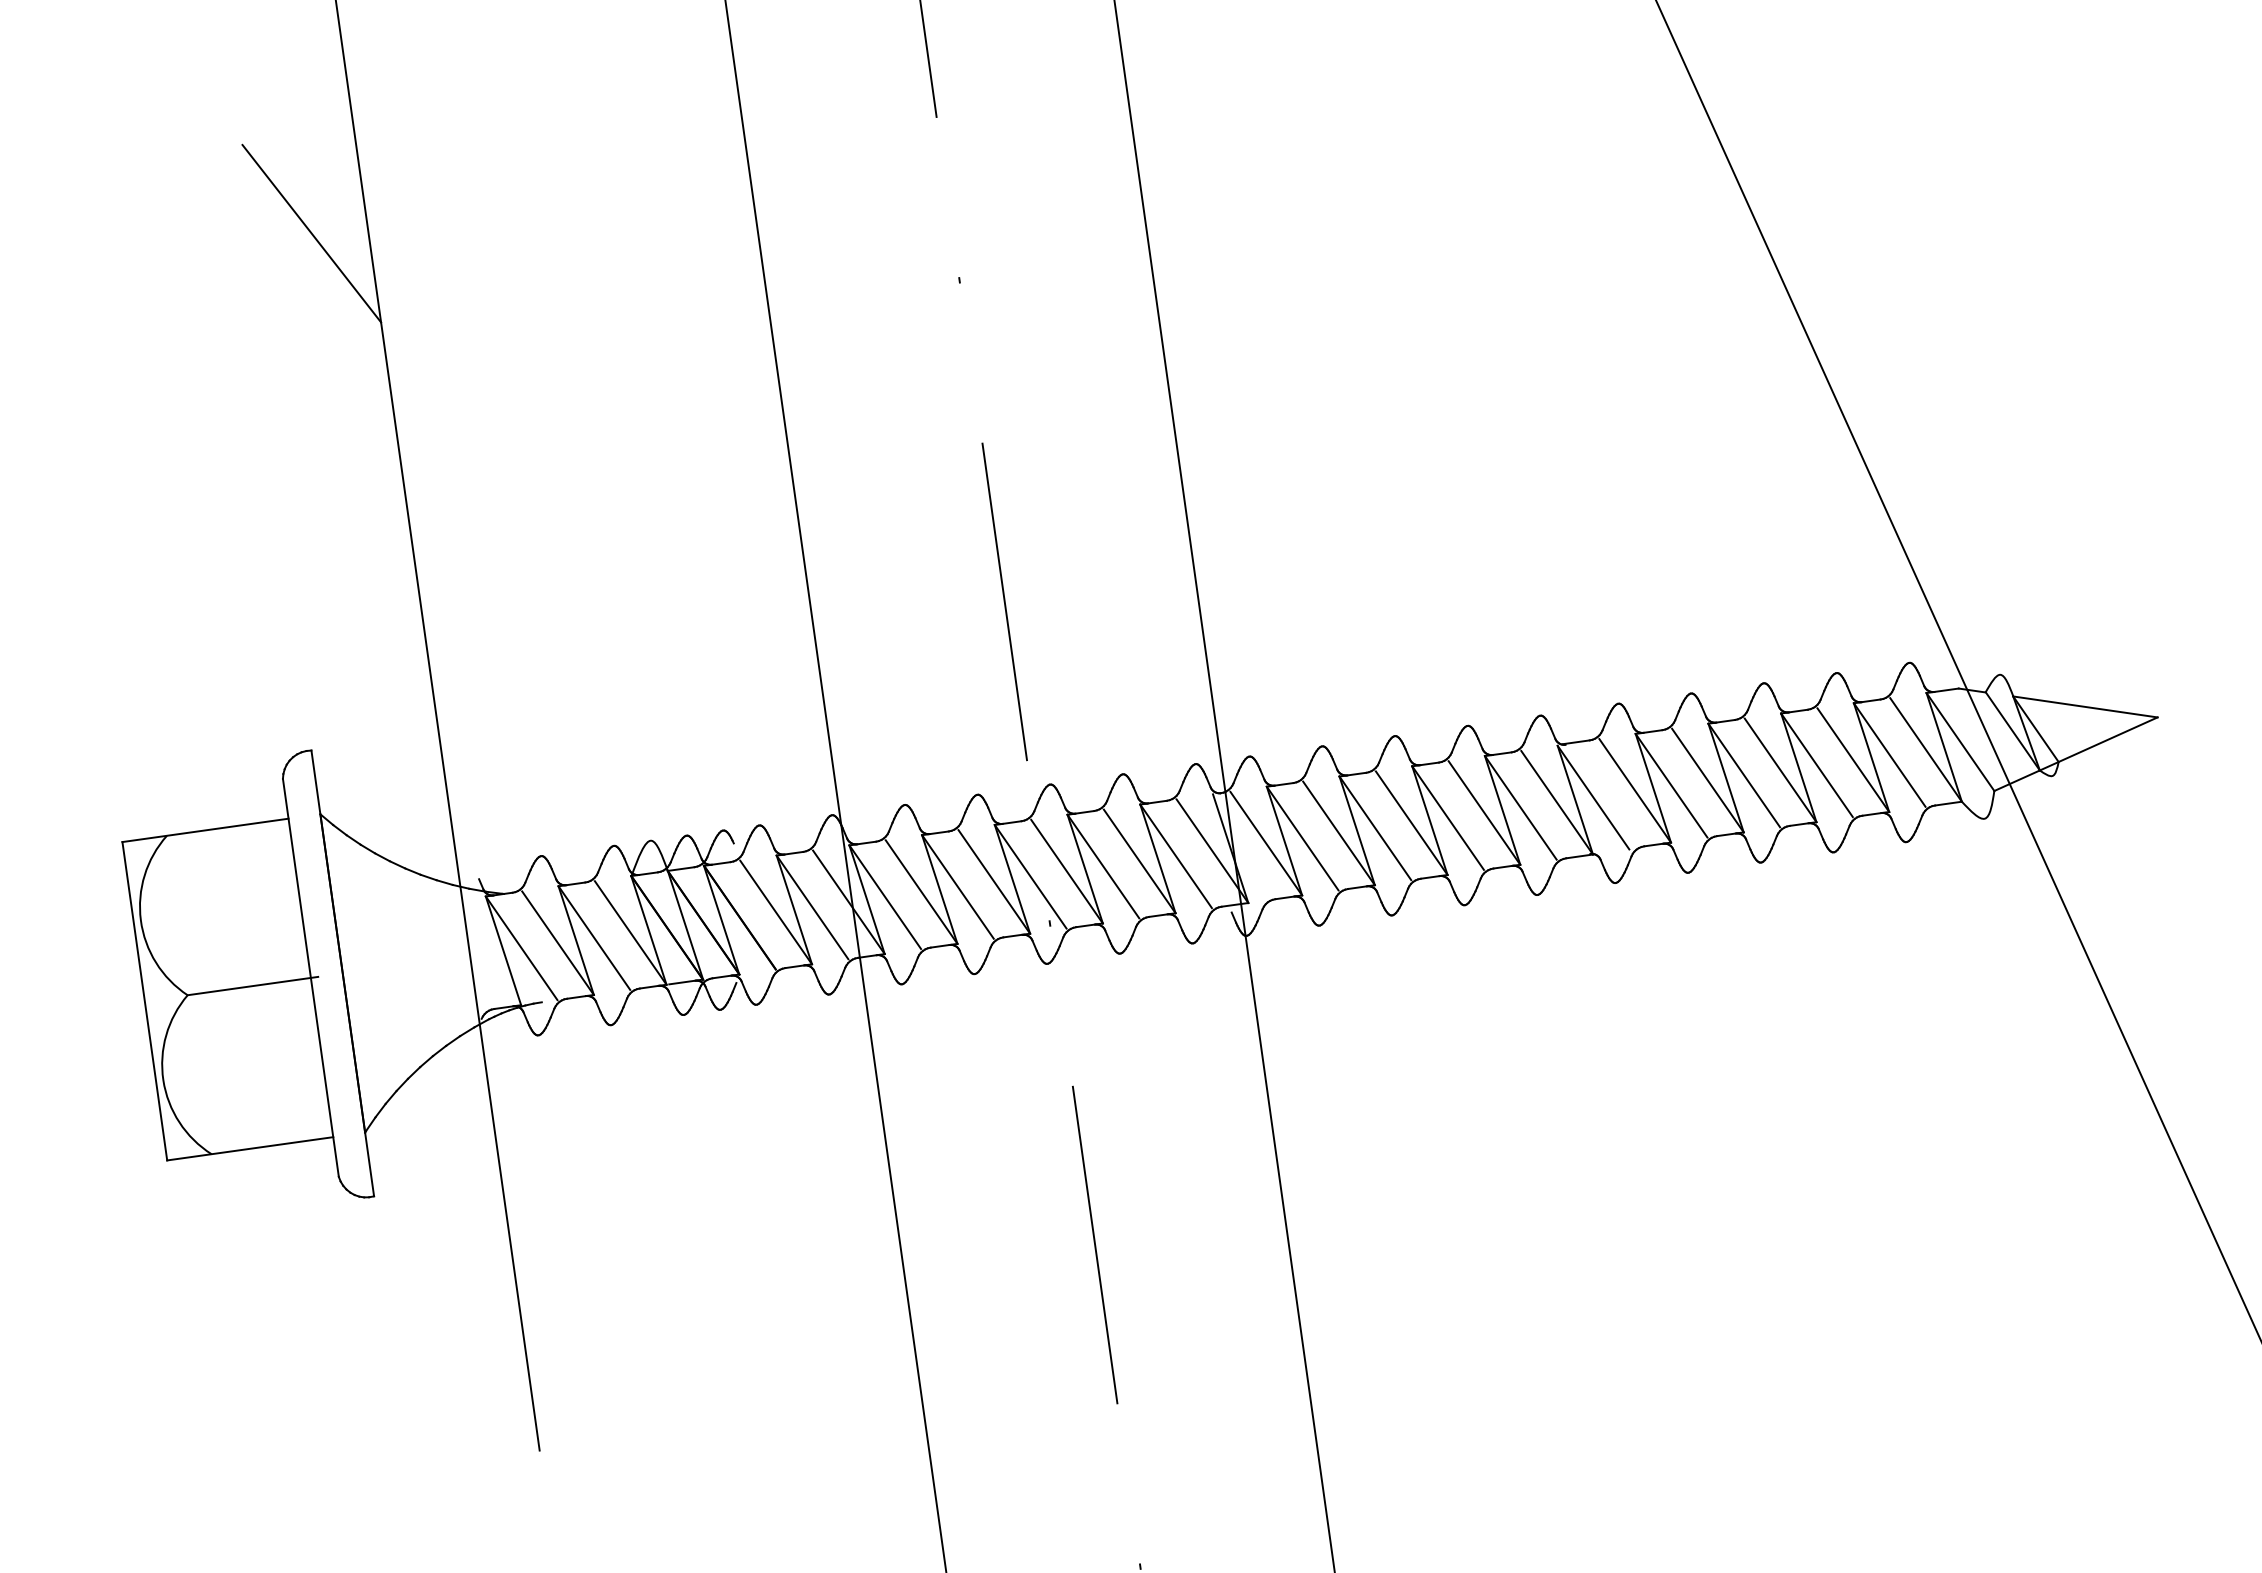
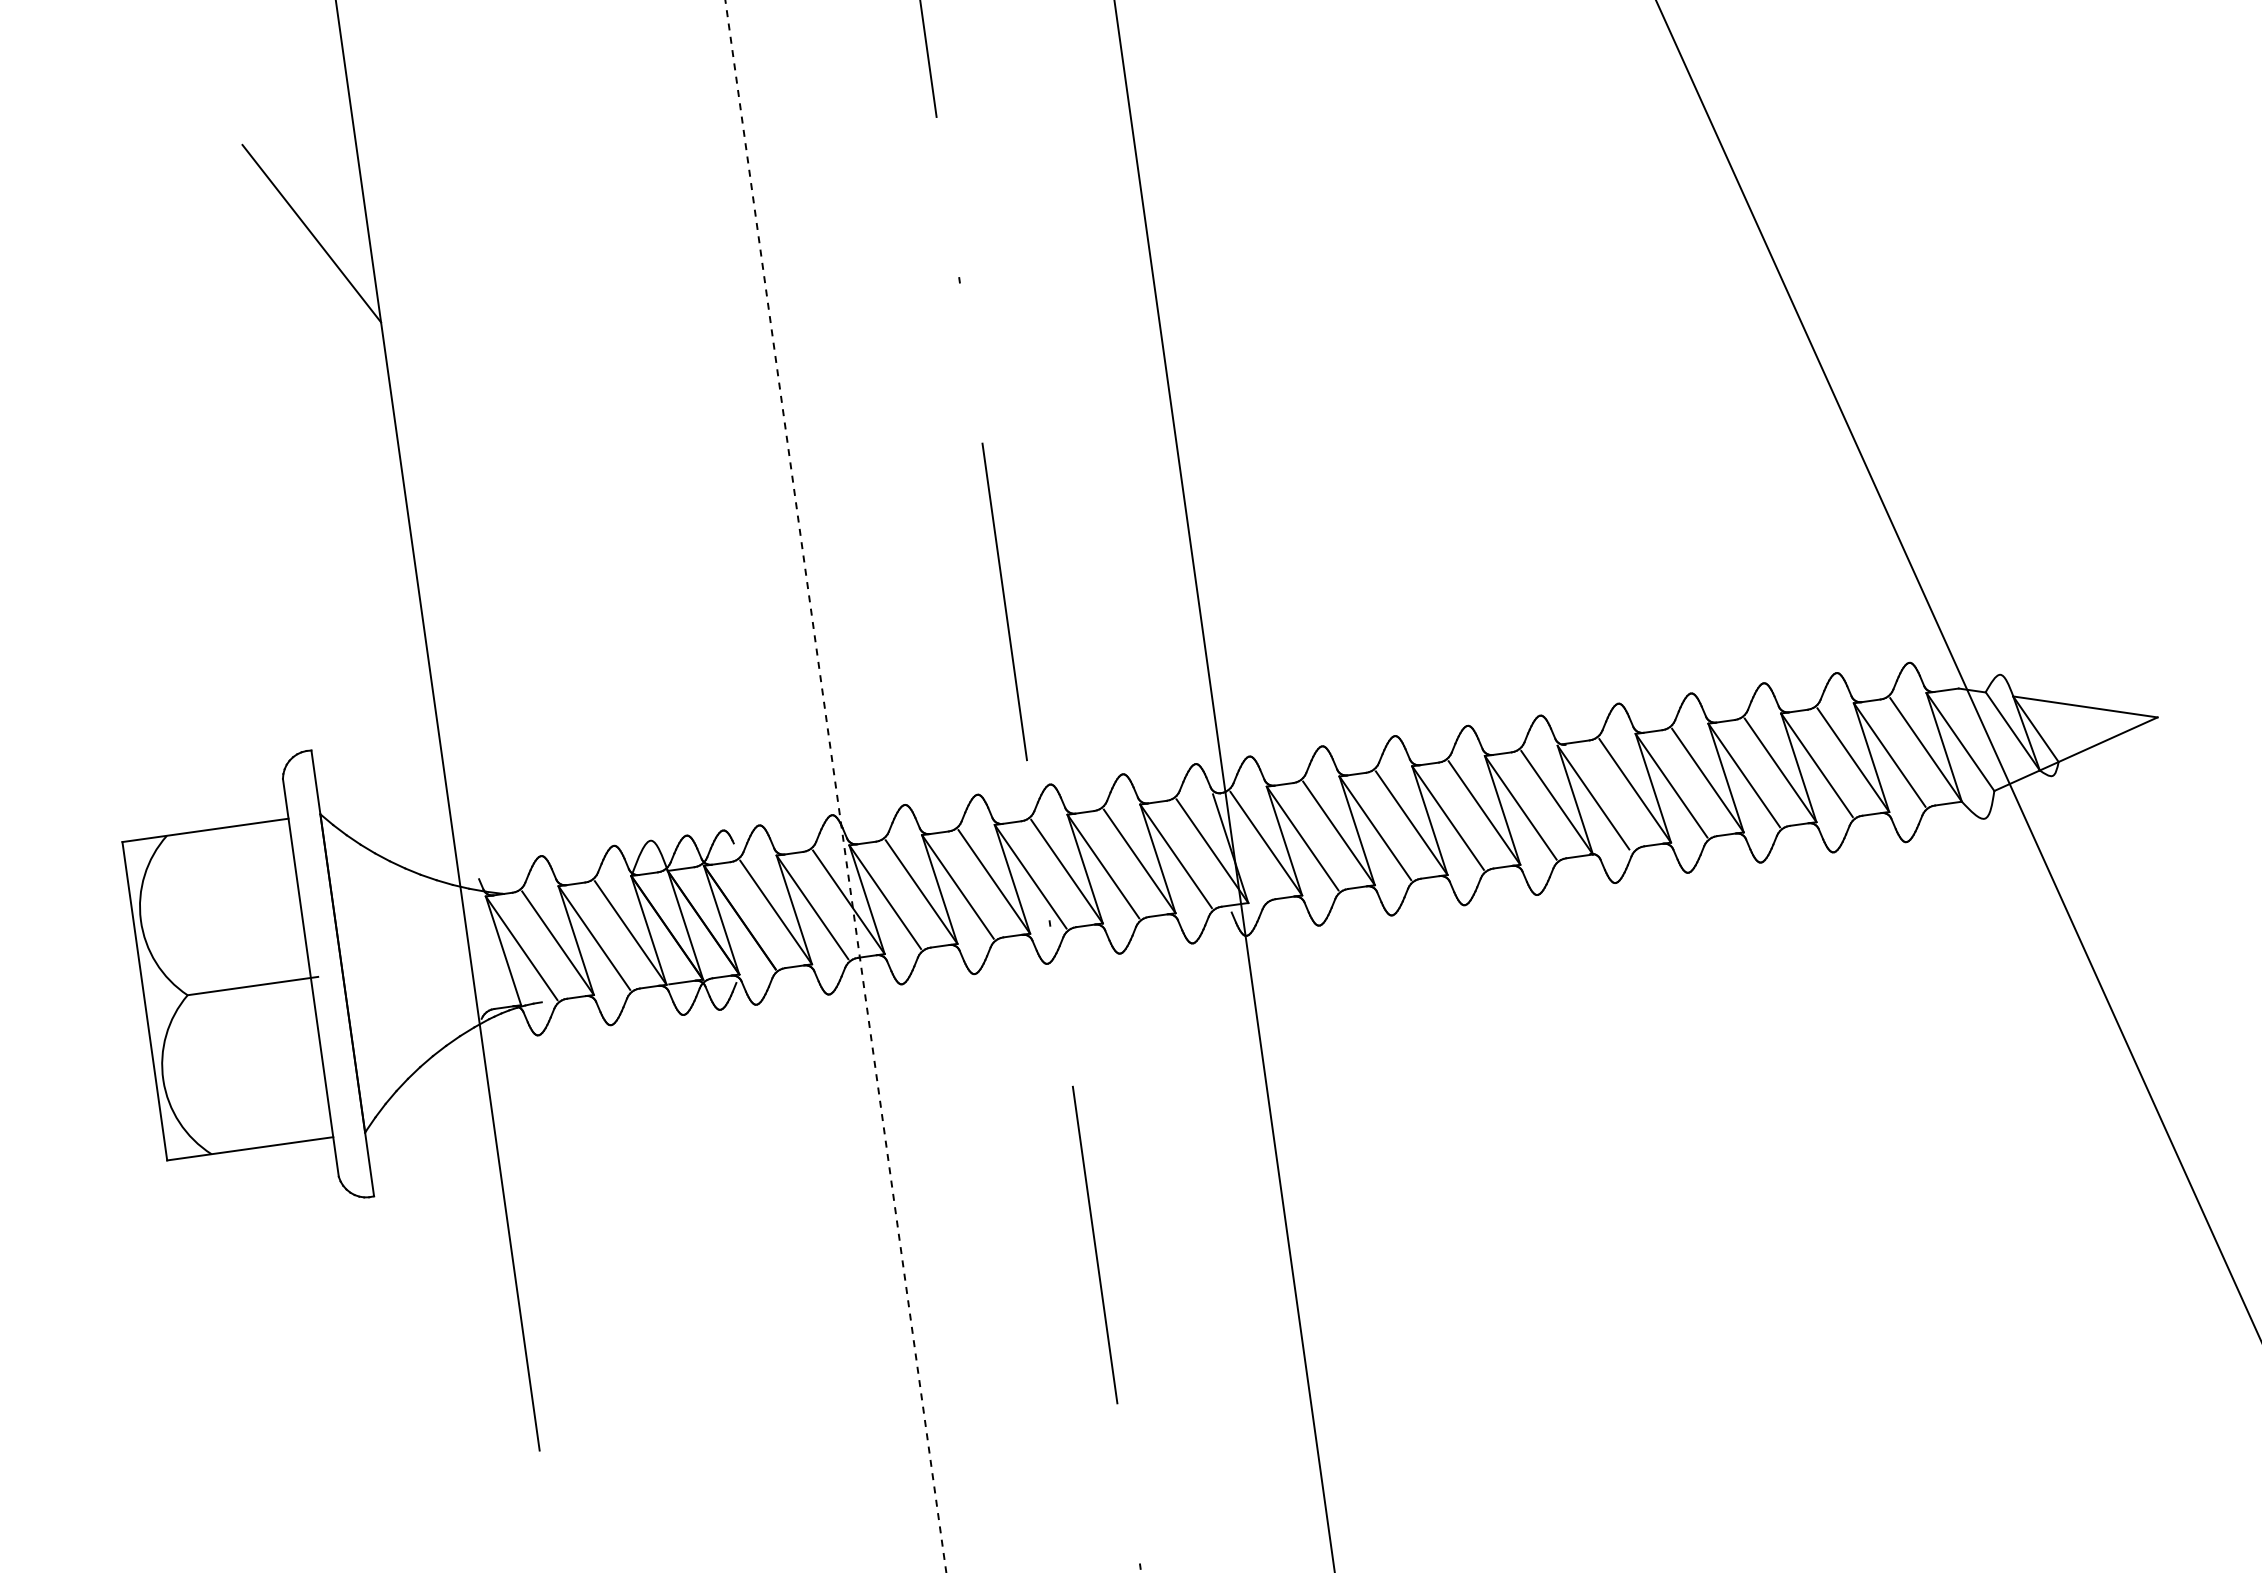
line at (835, 786): solid -> dashed
